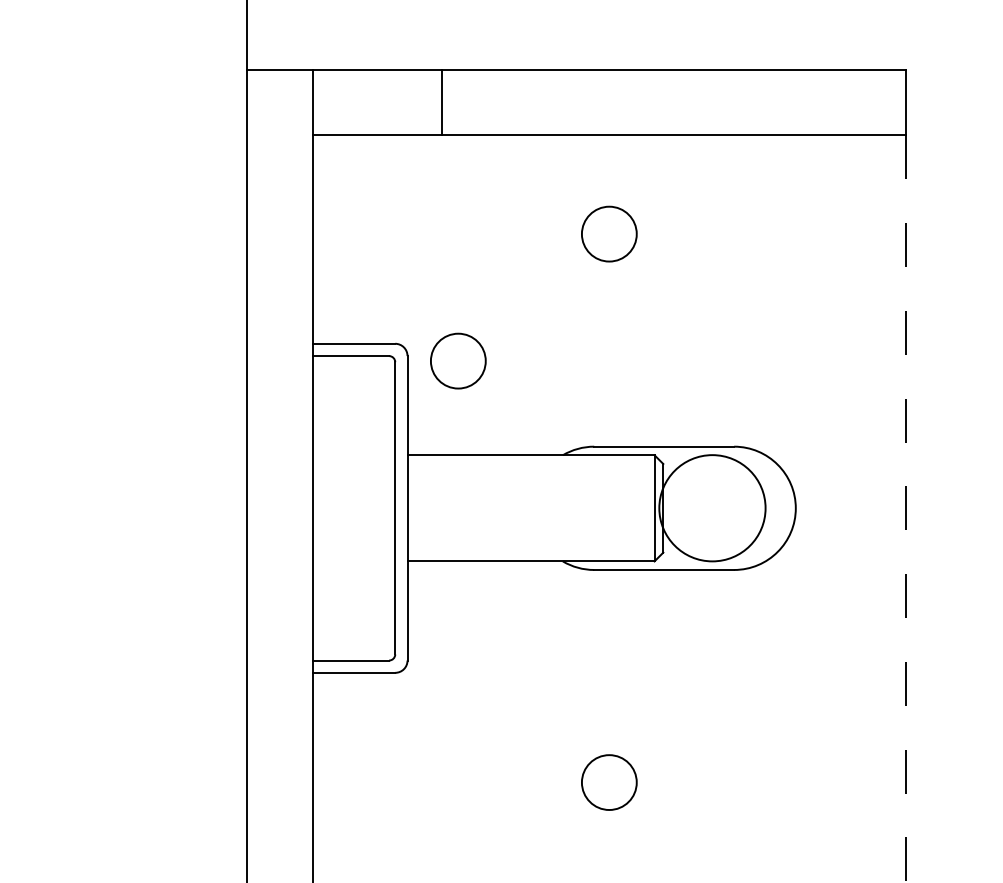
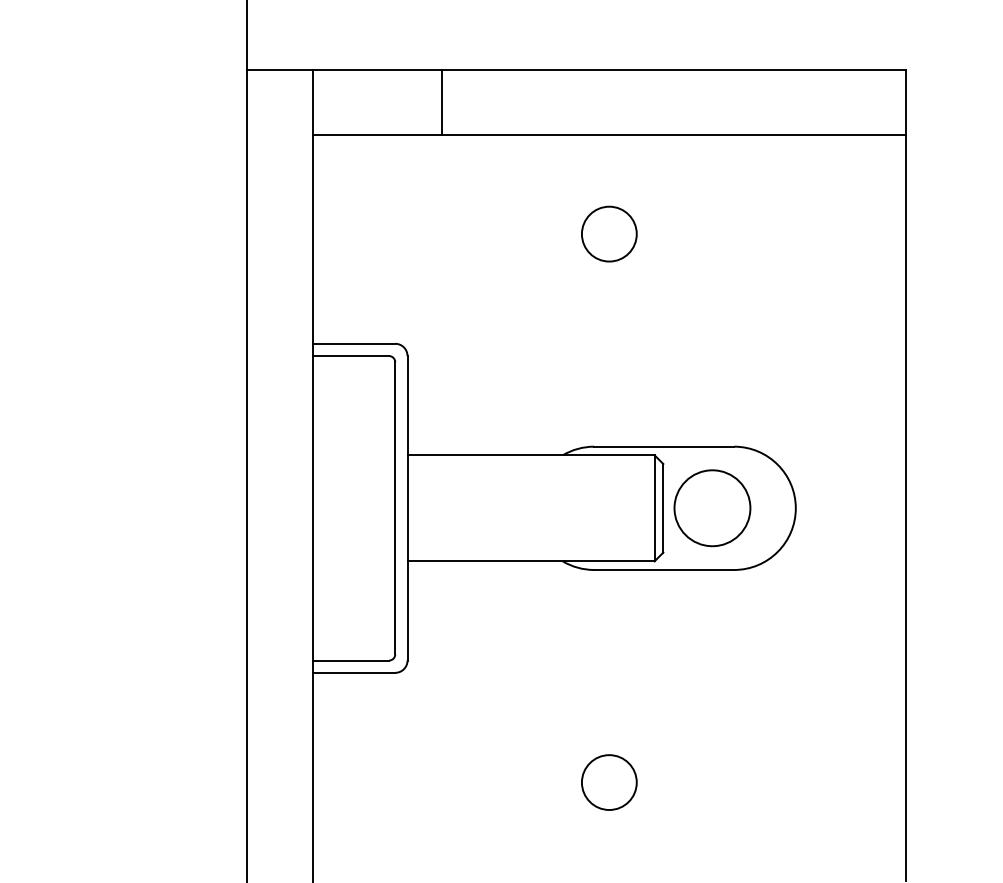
circle at (458, 360): present -> none
line at (905, 507): dashed -> solid
circle at (712, 508) diameter: 106 px -> 76 px
